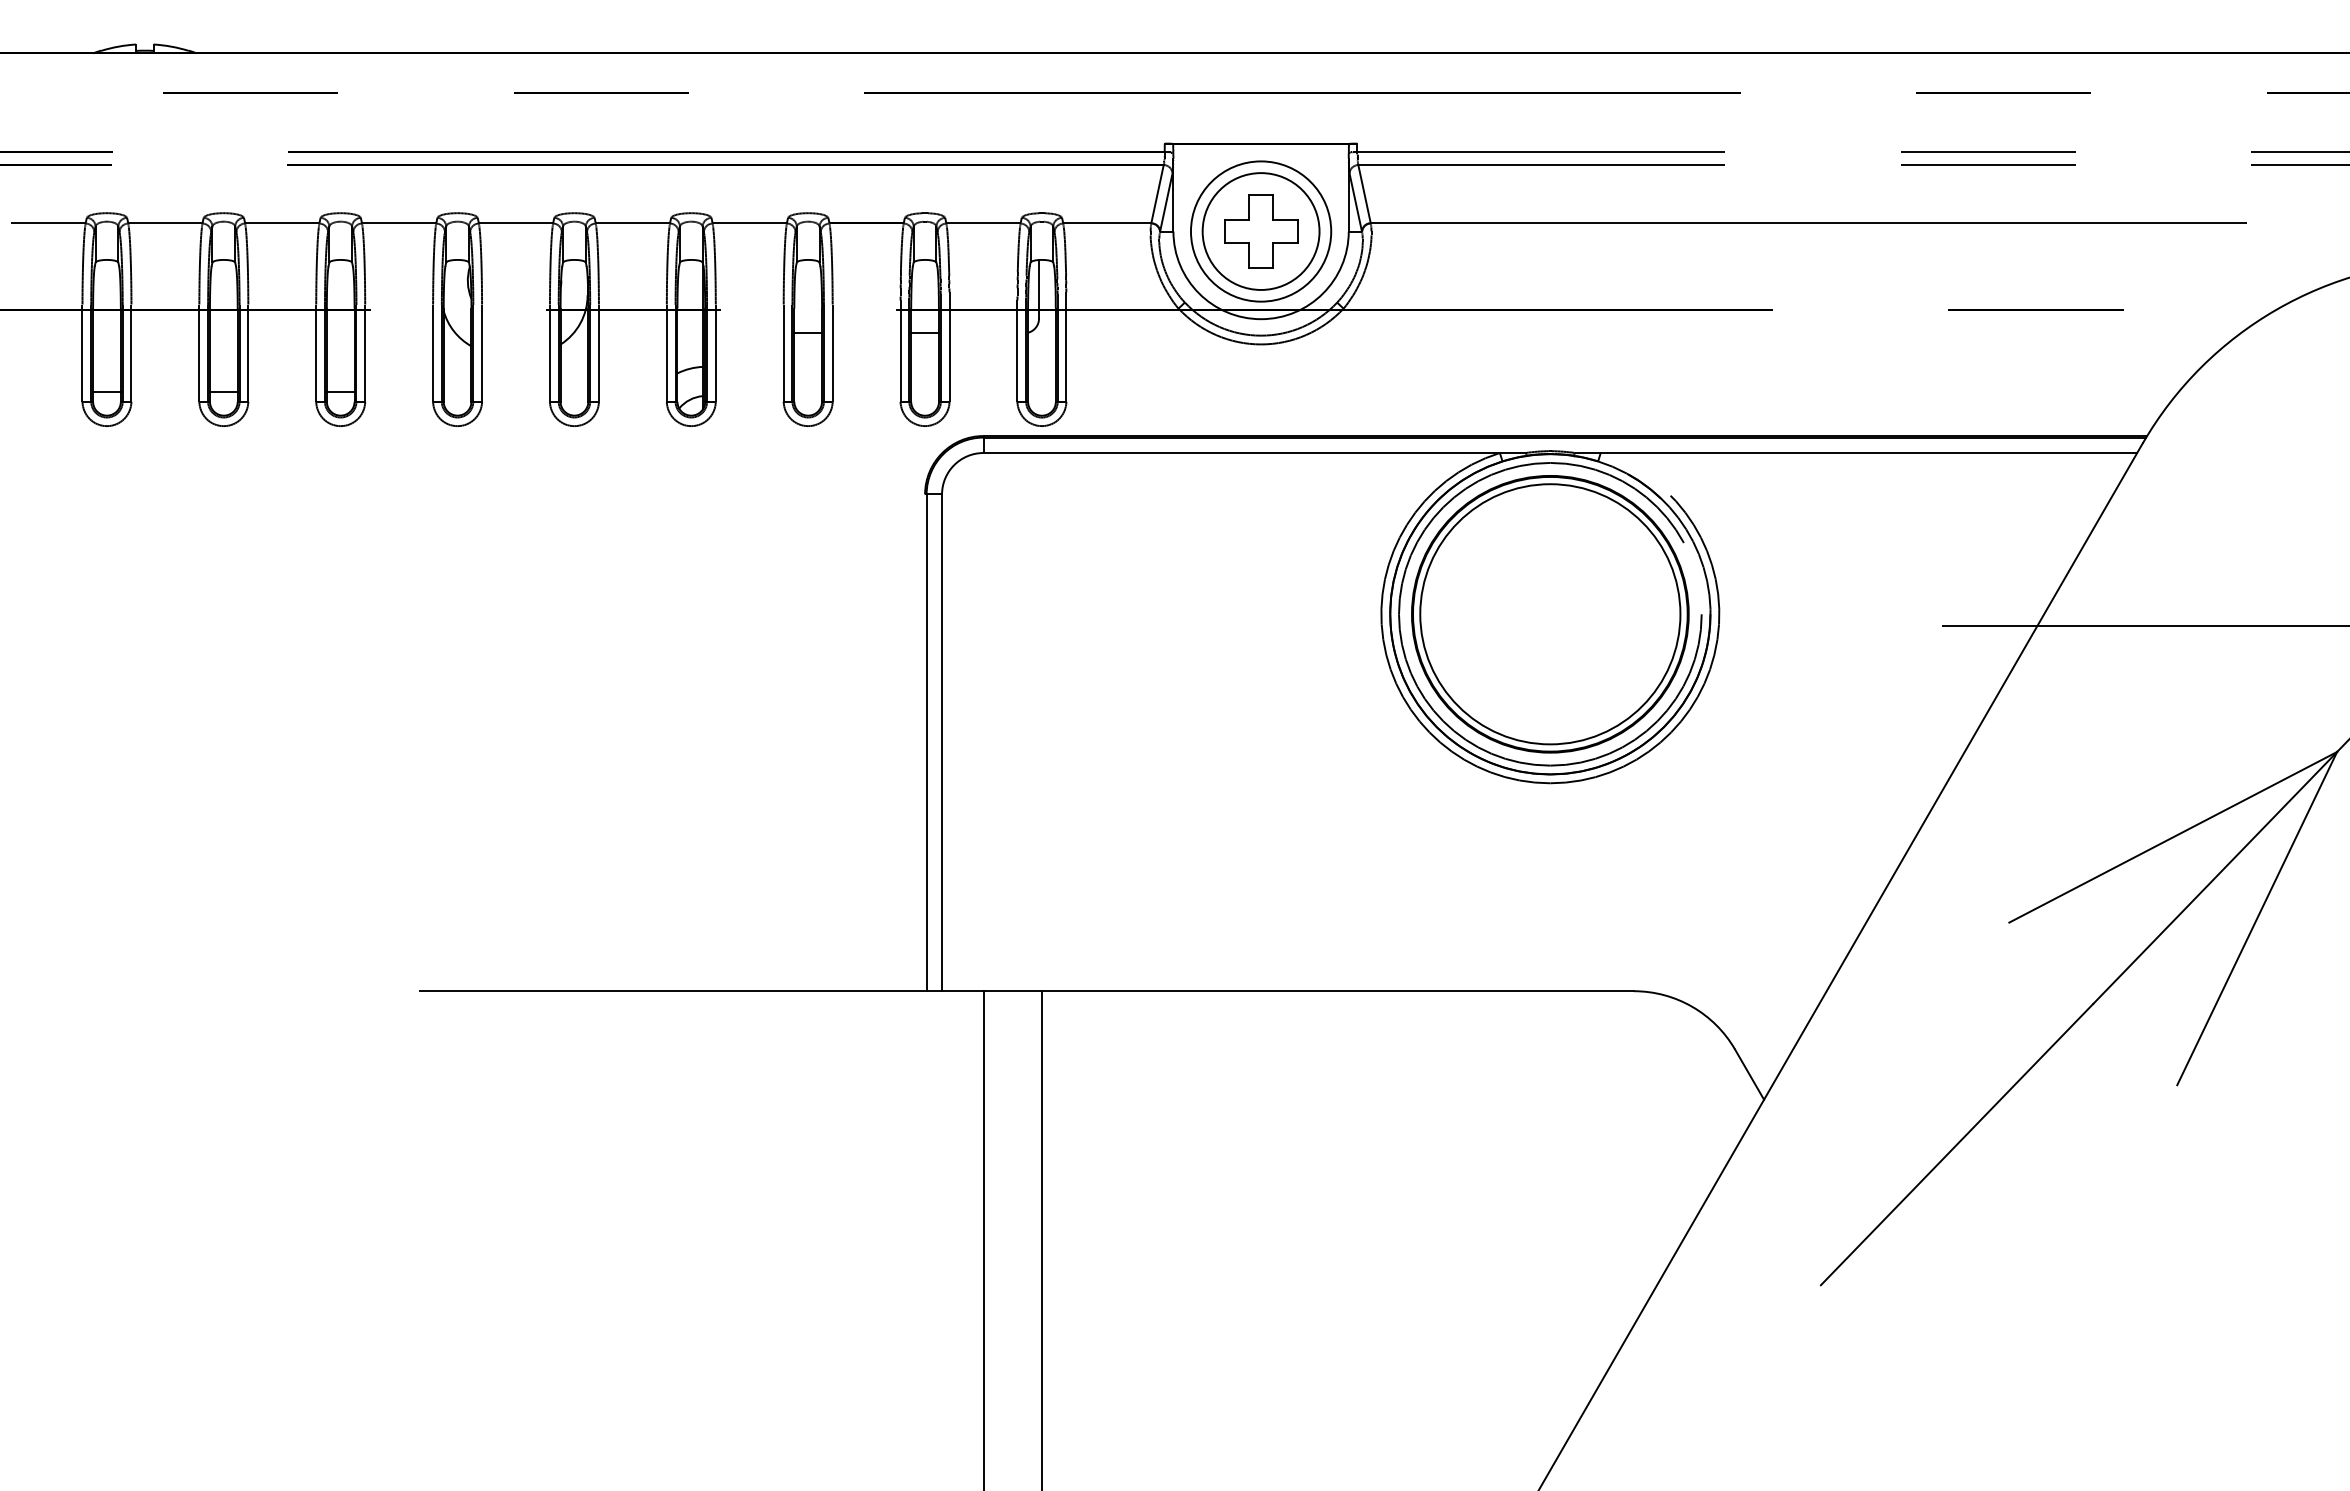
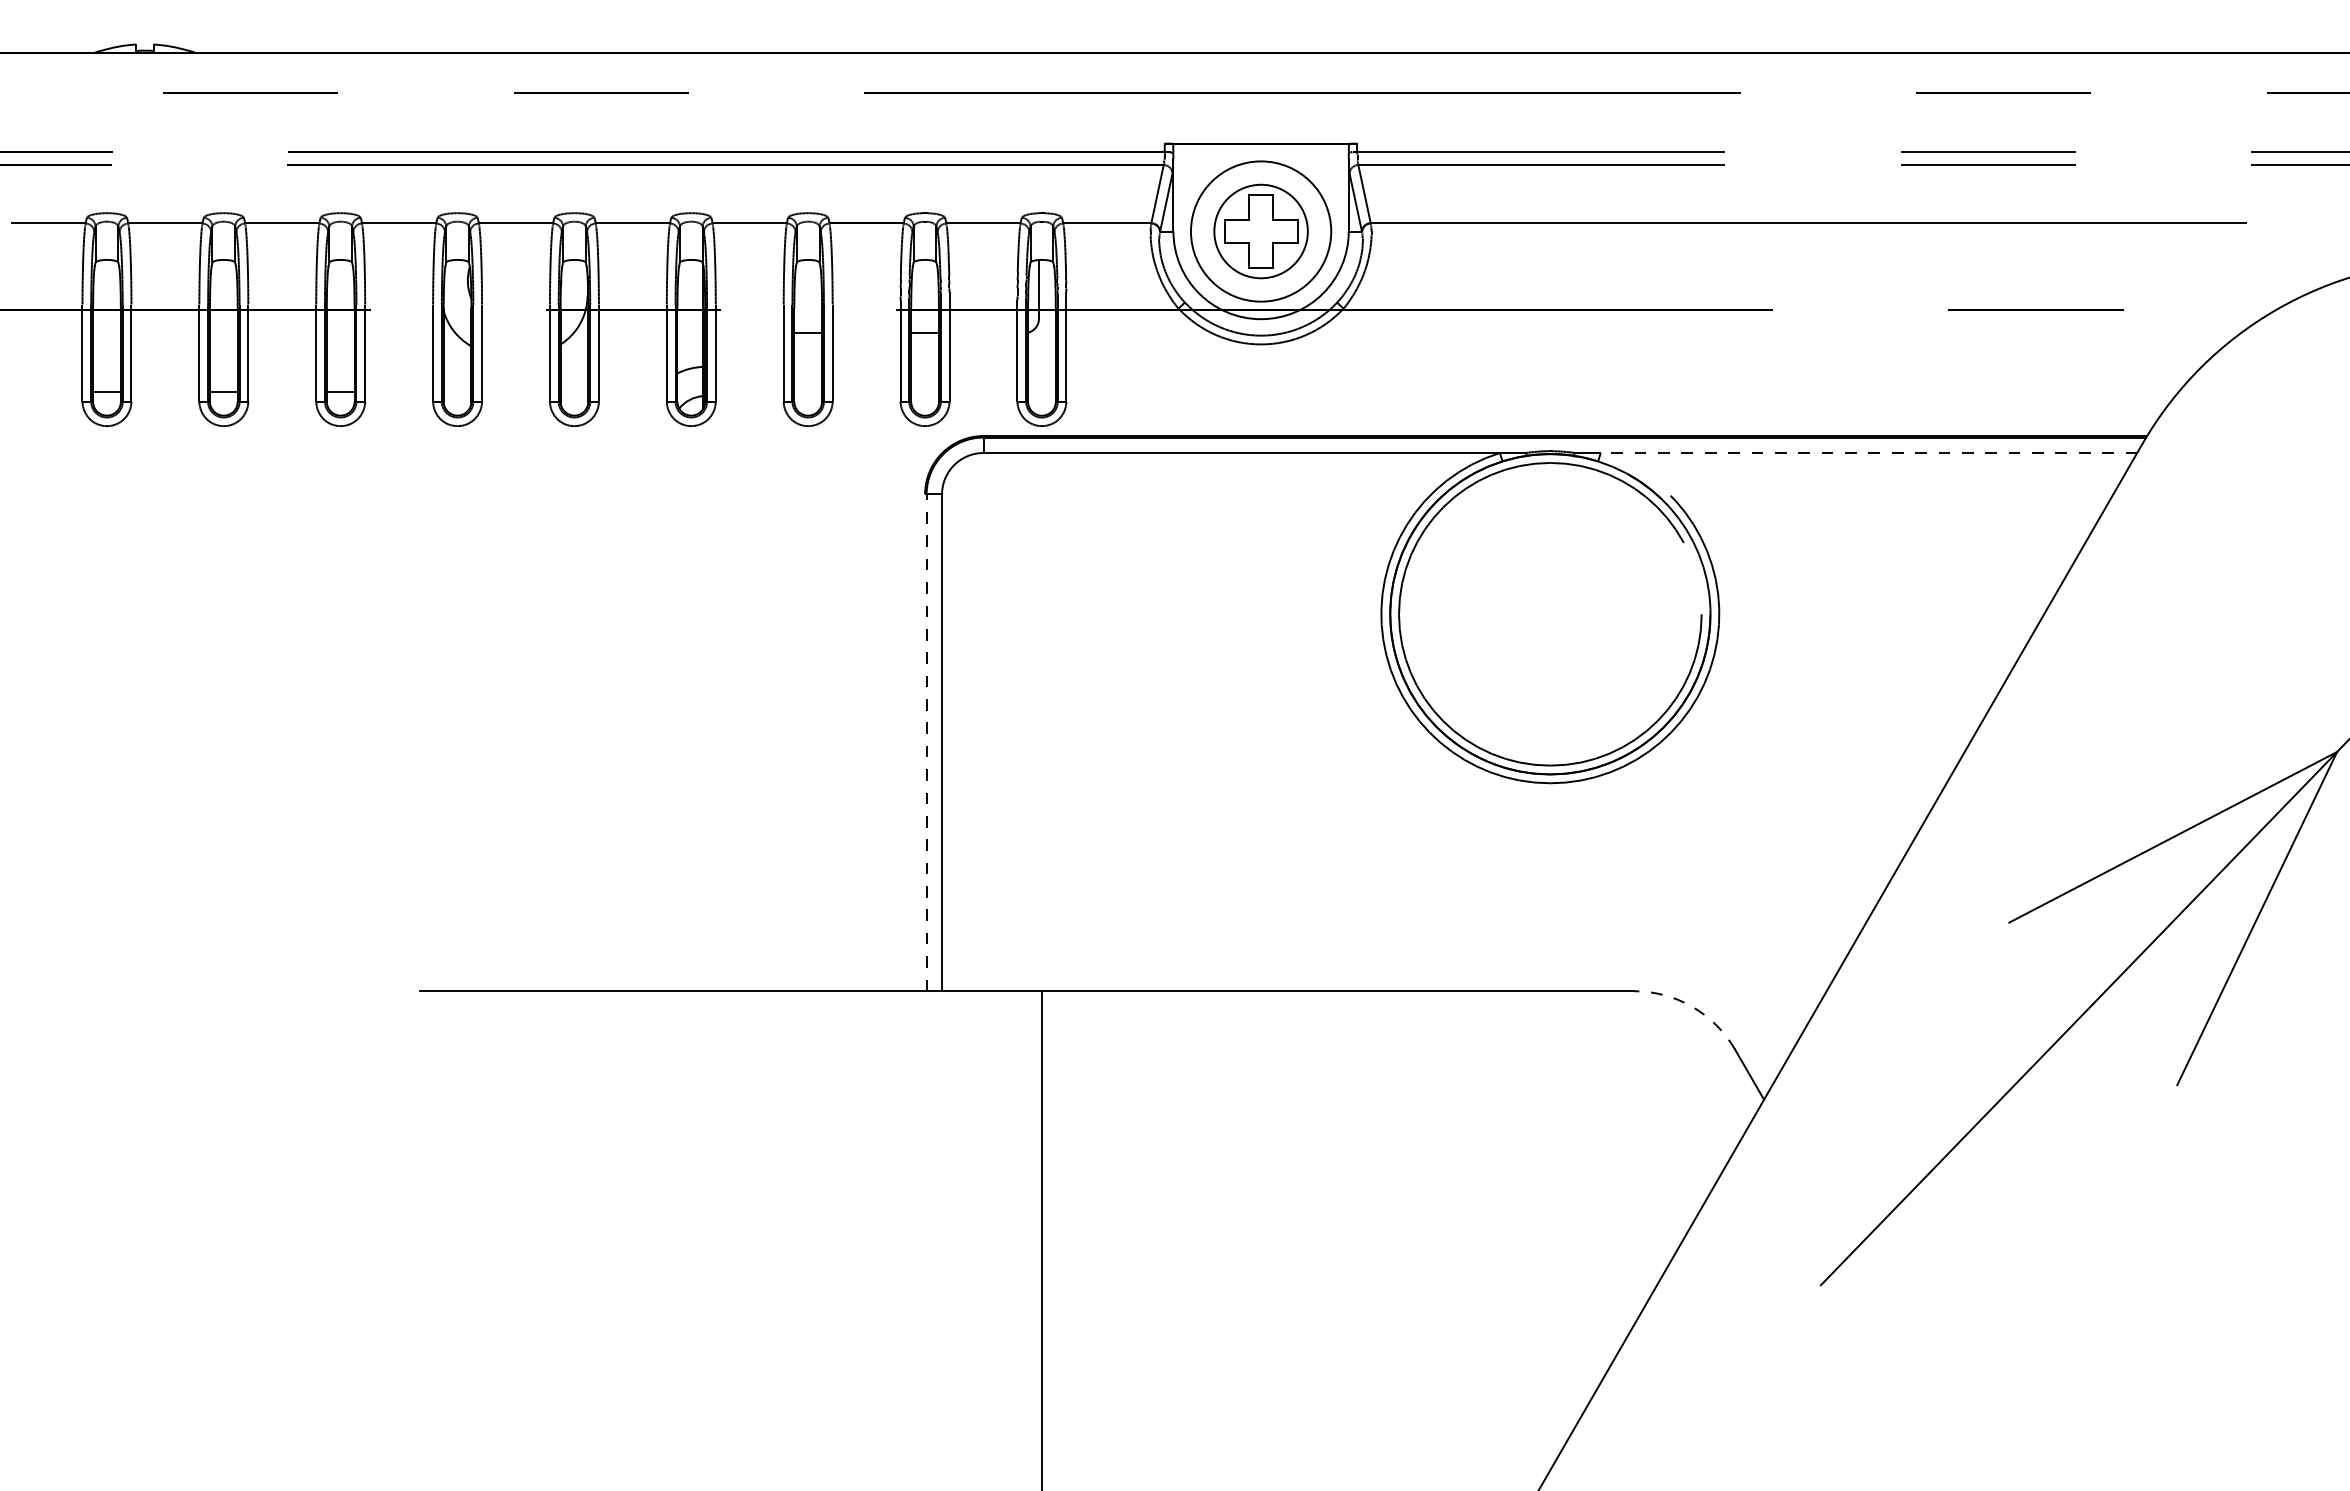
circle at (1260, 231) diameter: 117 px -> 93 px
line at (1868, 453): solid -> dashed
part at (1550, 614): present -> none
line at (2144, 625): present -> none
line at (926, 742): solid -> dashed
arc at (1692, 1006): solid -> dashed
line at (983, 1239): present -> none
